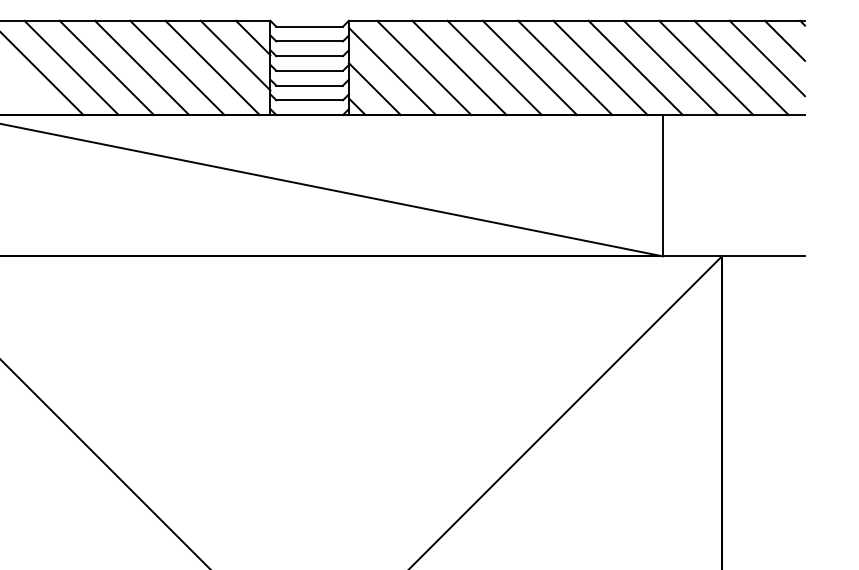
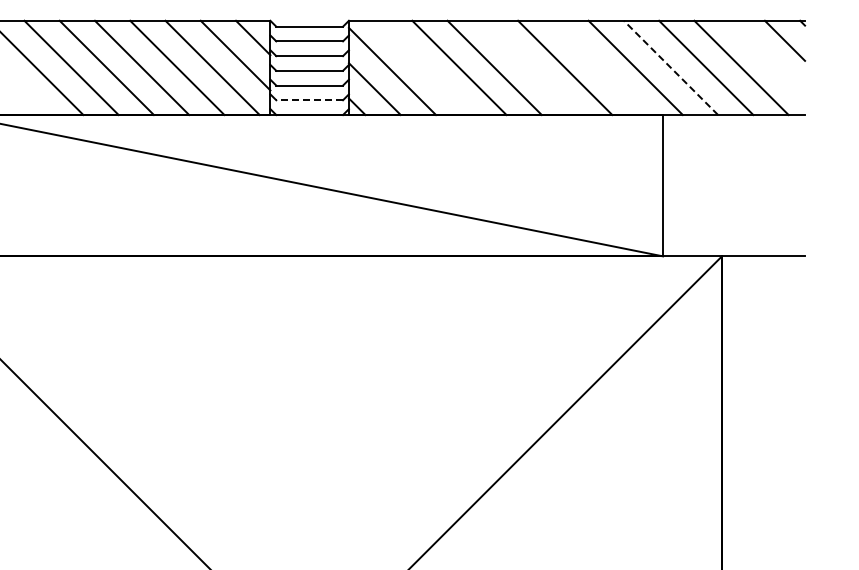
line at (767, 58): present -> none
line at (424, 67): present -> none
line at (529, 67): present -> none
line at (600, 67): present -> none
line at (671, 67): solid -> dashed
line at (309, 100): solid -> dashed
